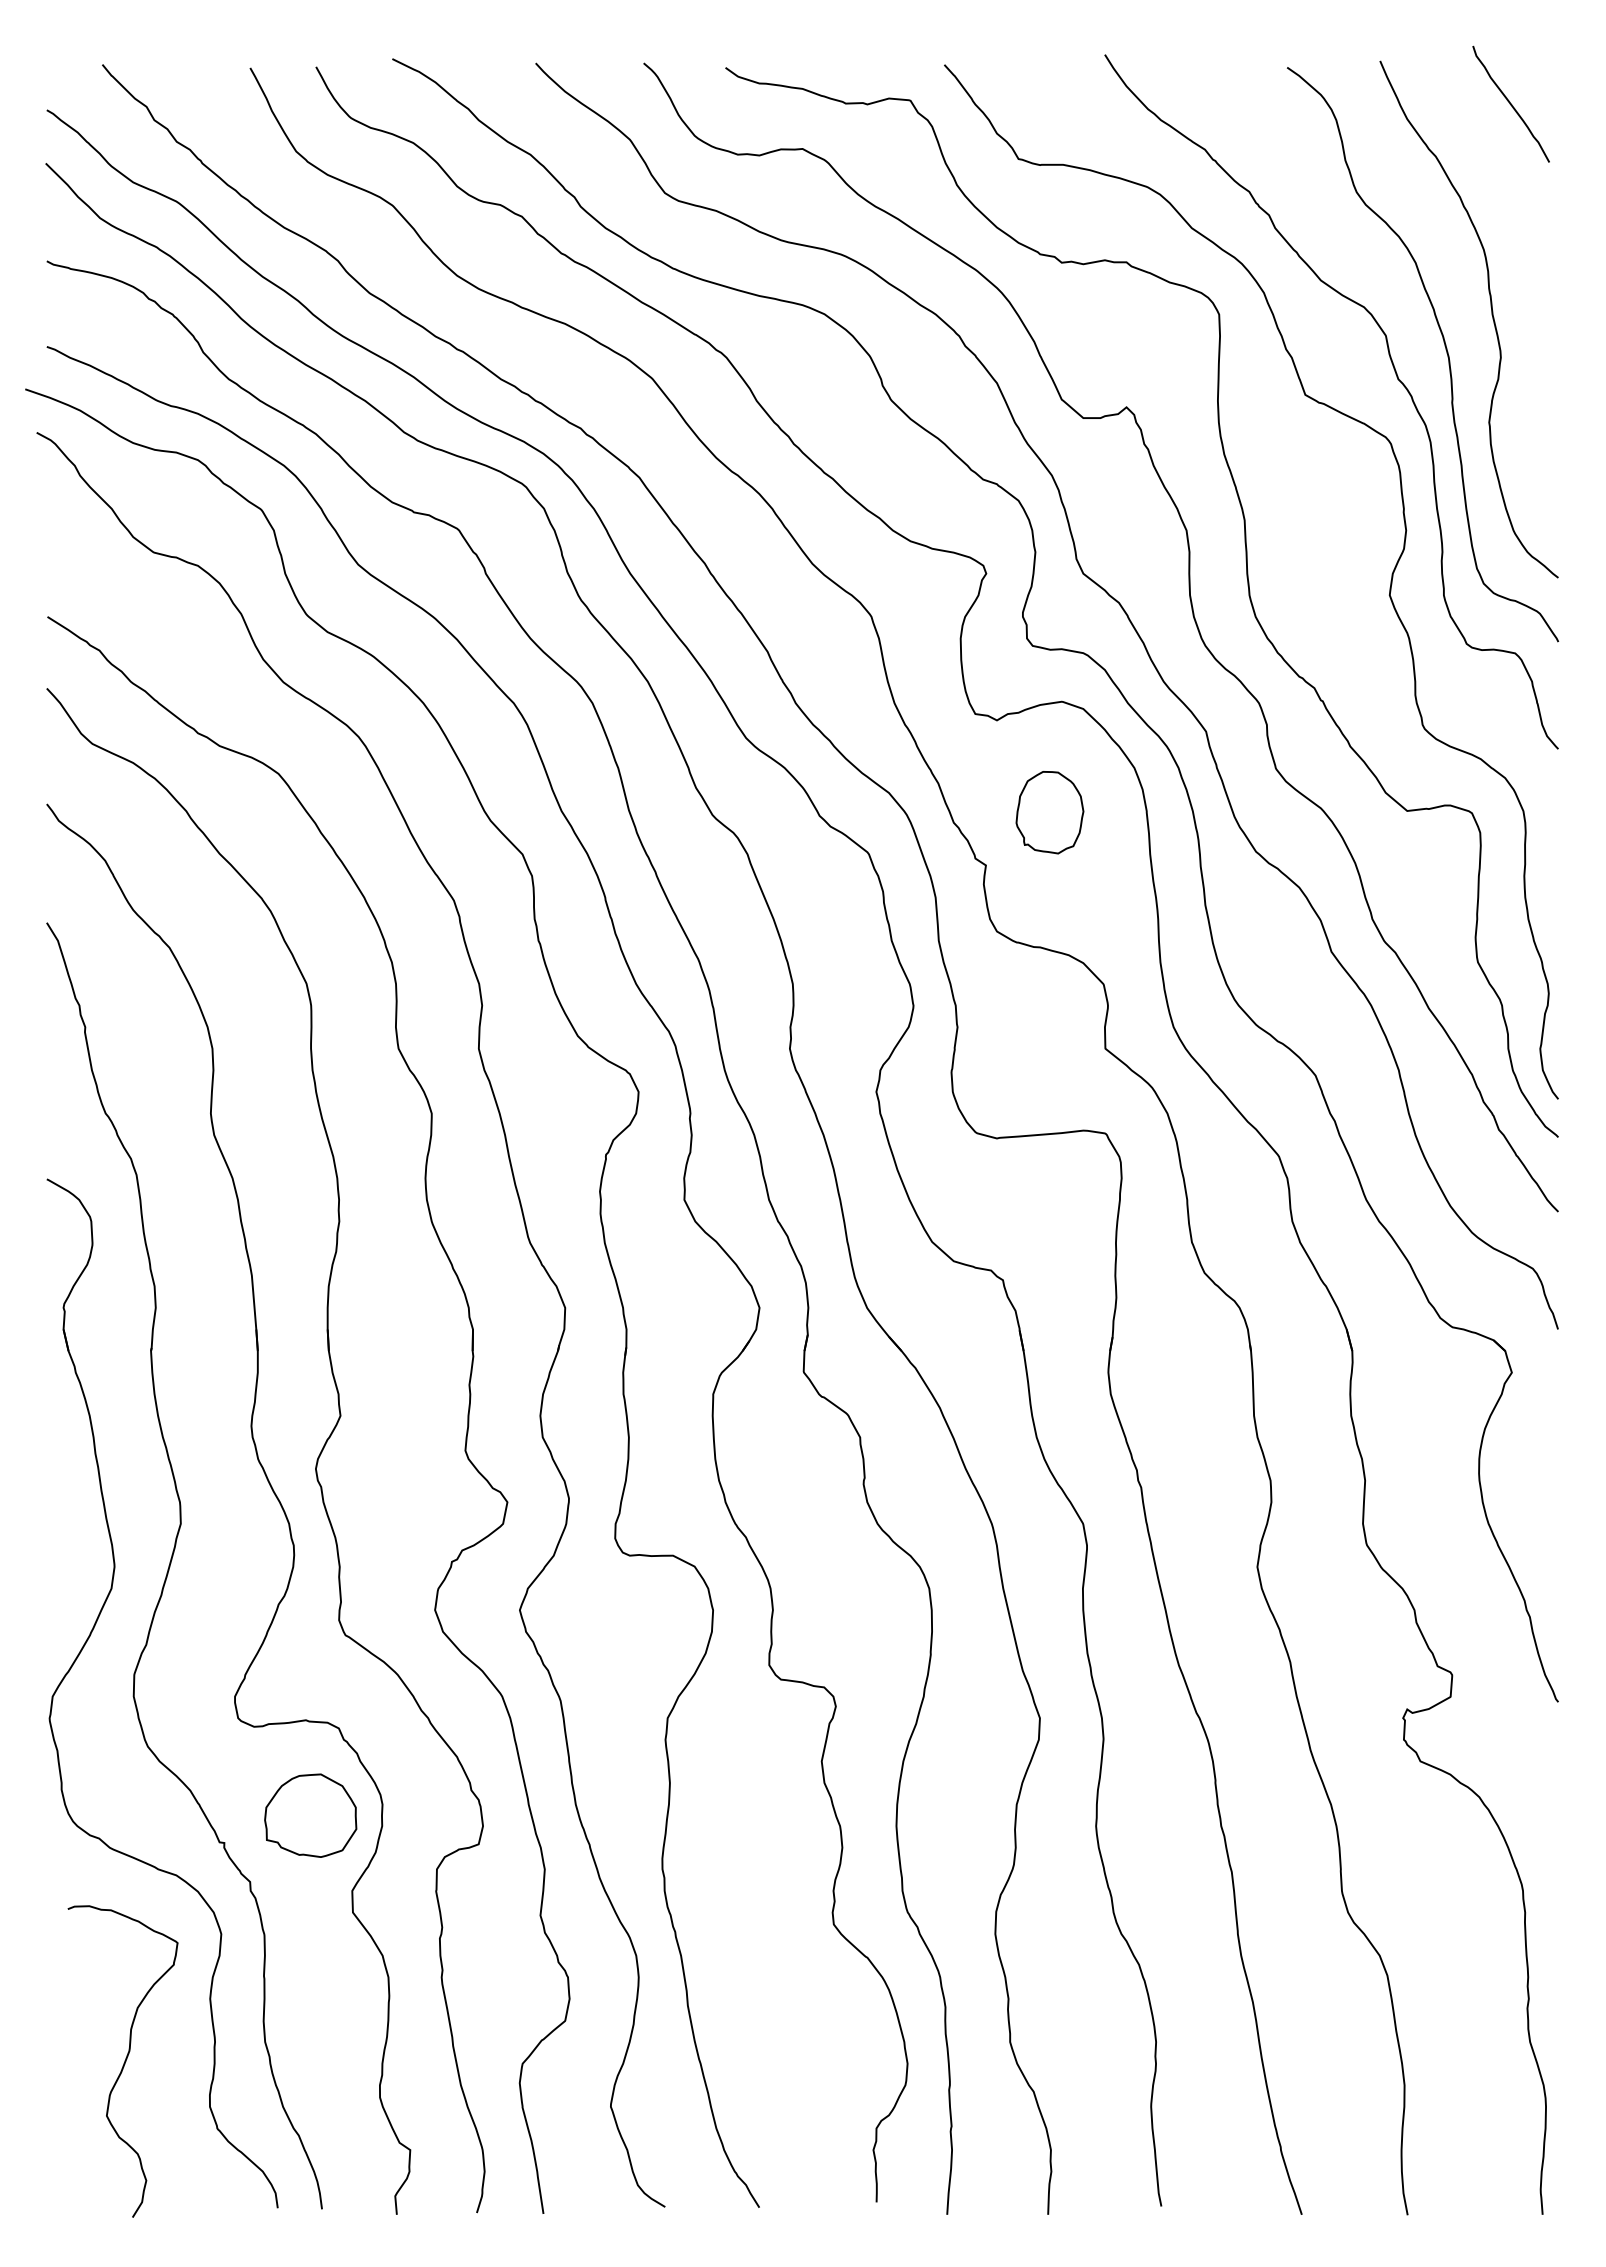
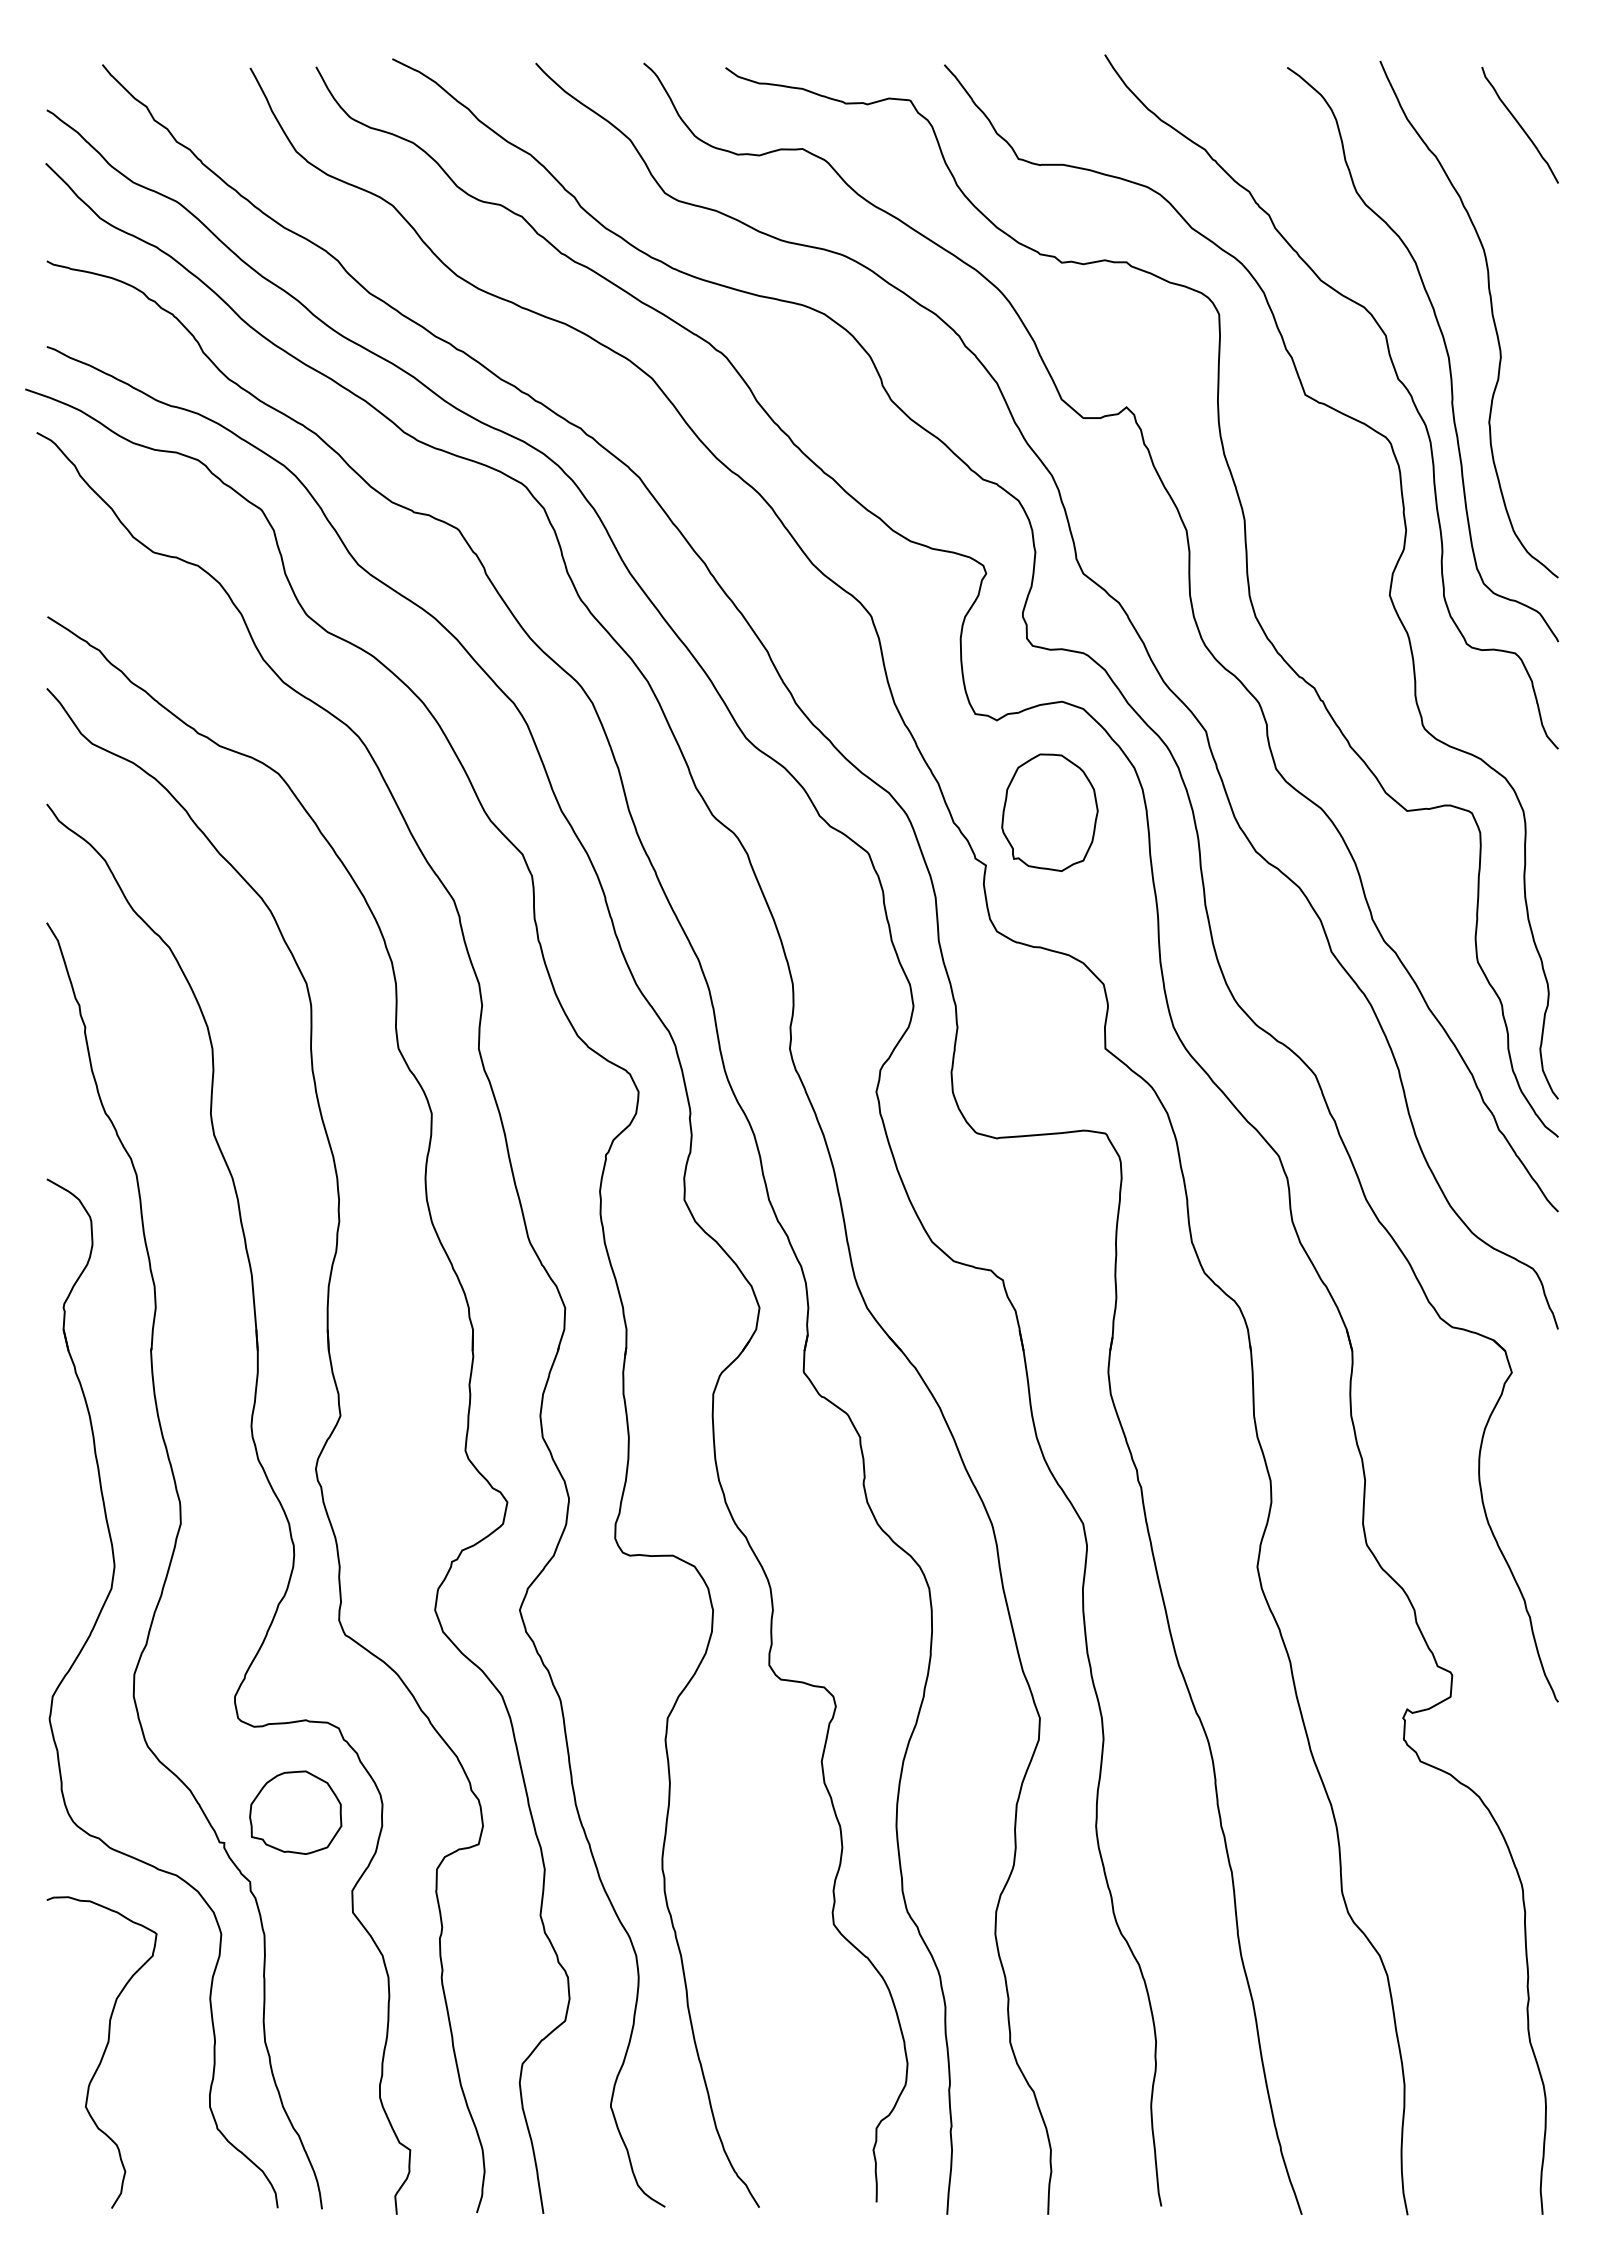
curve at (1510, 103) position: (1510, 103) -> (1519, 124)
part at (1049, 812) size: 70x84 px -> 98x119 px
part at (310, 1815) position: (310, 1815) -> (295, 1812)
curve at (124, 2061) position: (124, 2061) -> (103, 2052)
